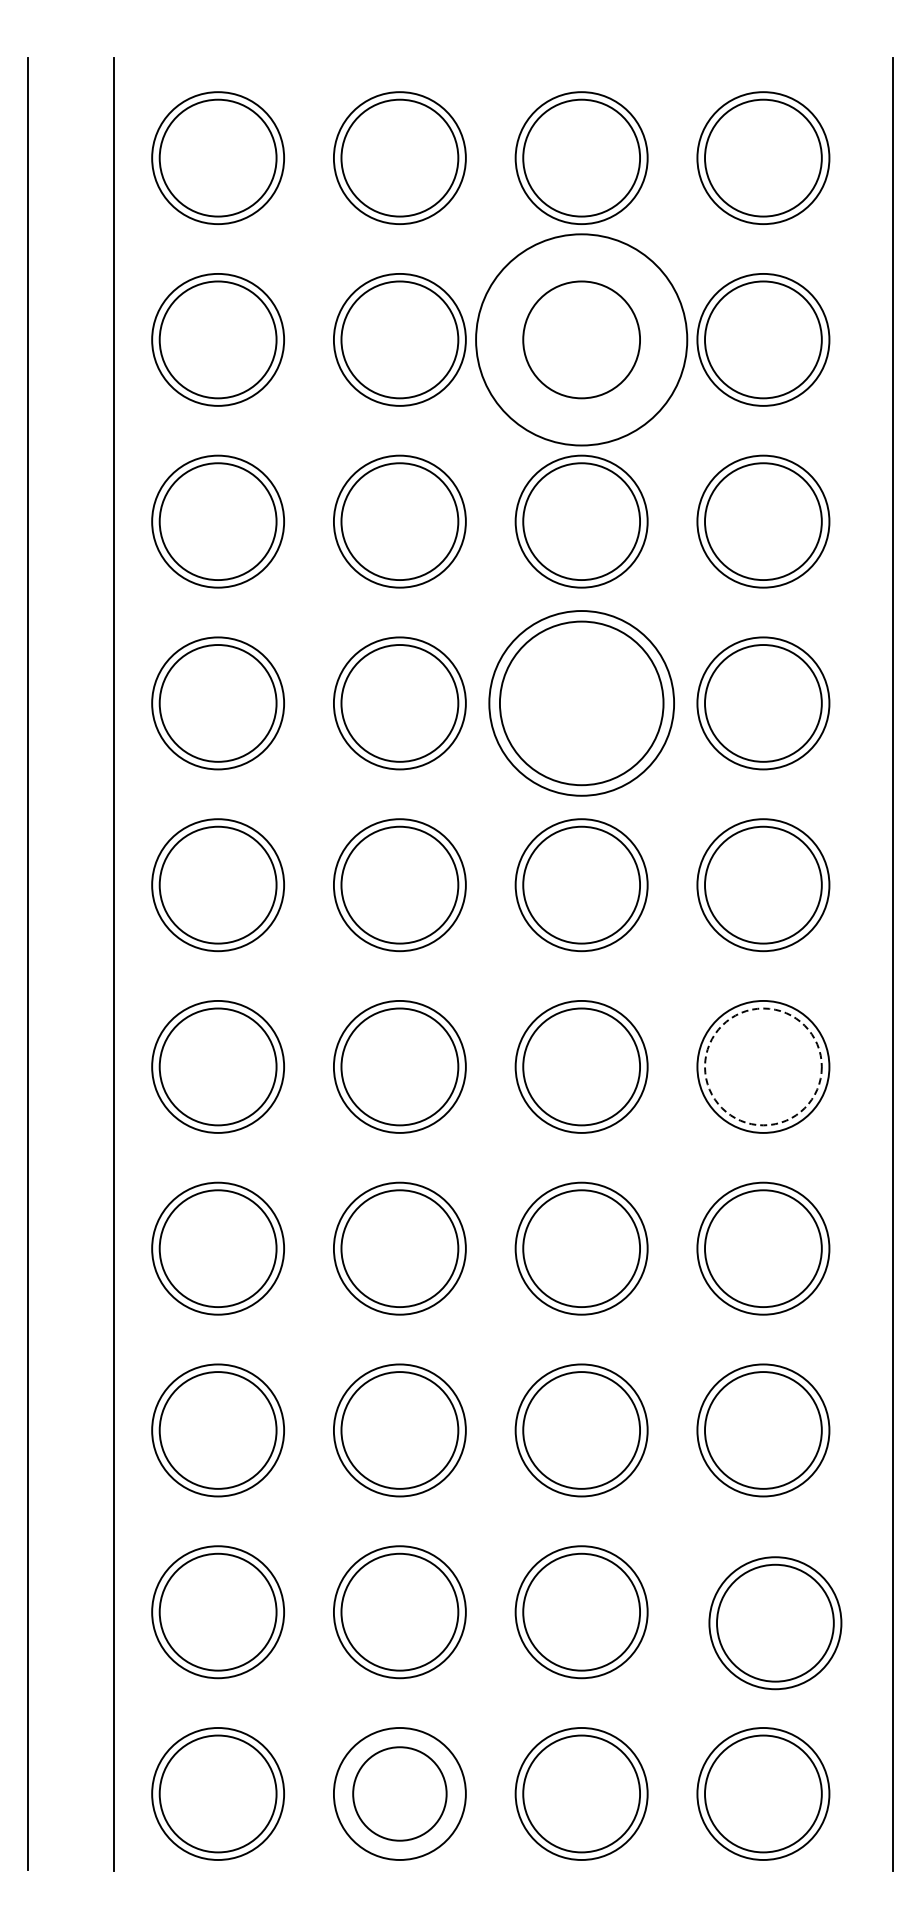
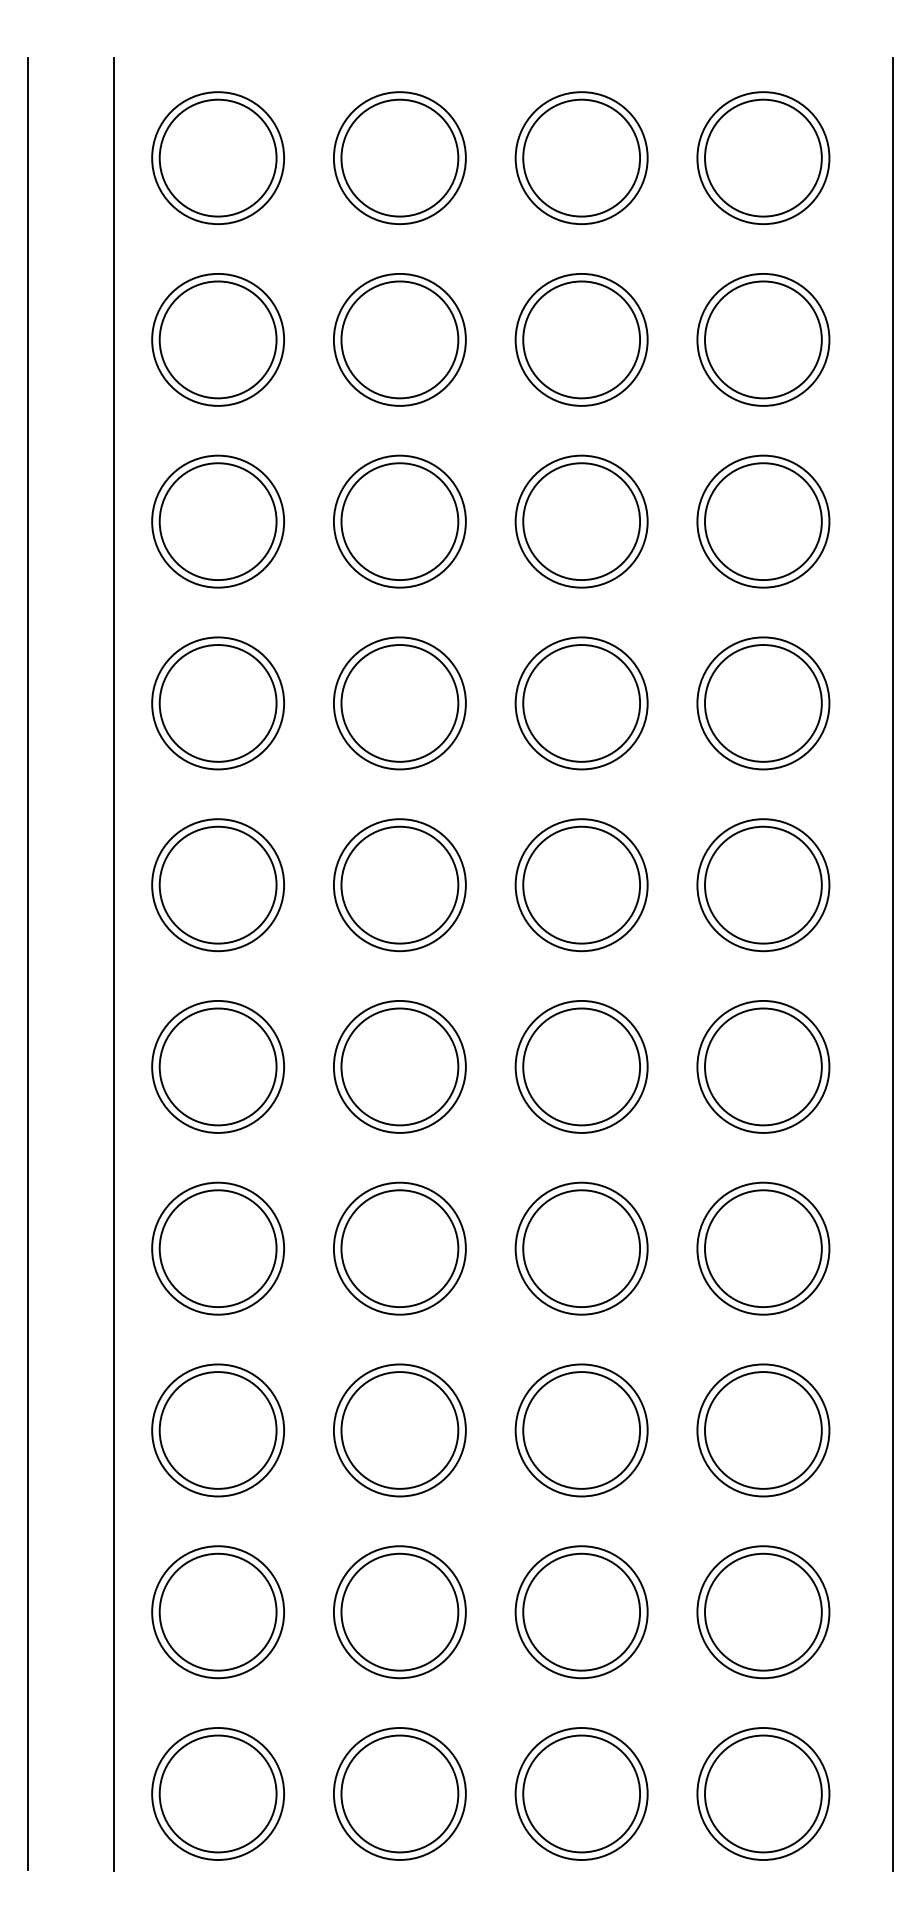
circle at (581, 339) diameter: 211 px -> 132 px
part at (581, 703) size: 187x187 px -> 135x135 px
circle at (763, 1066): dashed -> solid
part at (775, 1623) position: (775, 1623) -> (763, 1612)
circle at (399, 1793) diameter: 93 px -> 117 px
